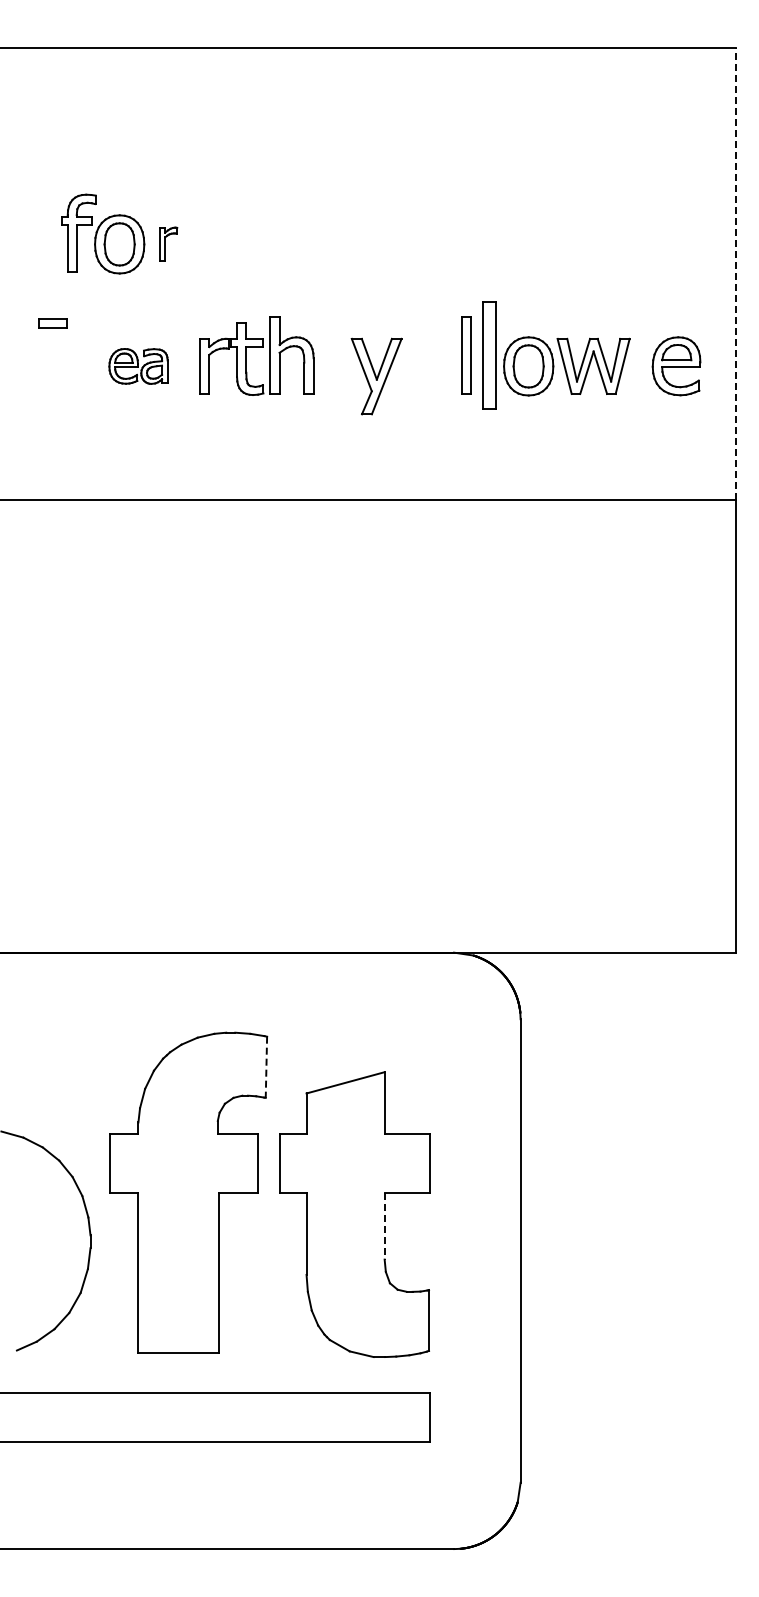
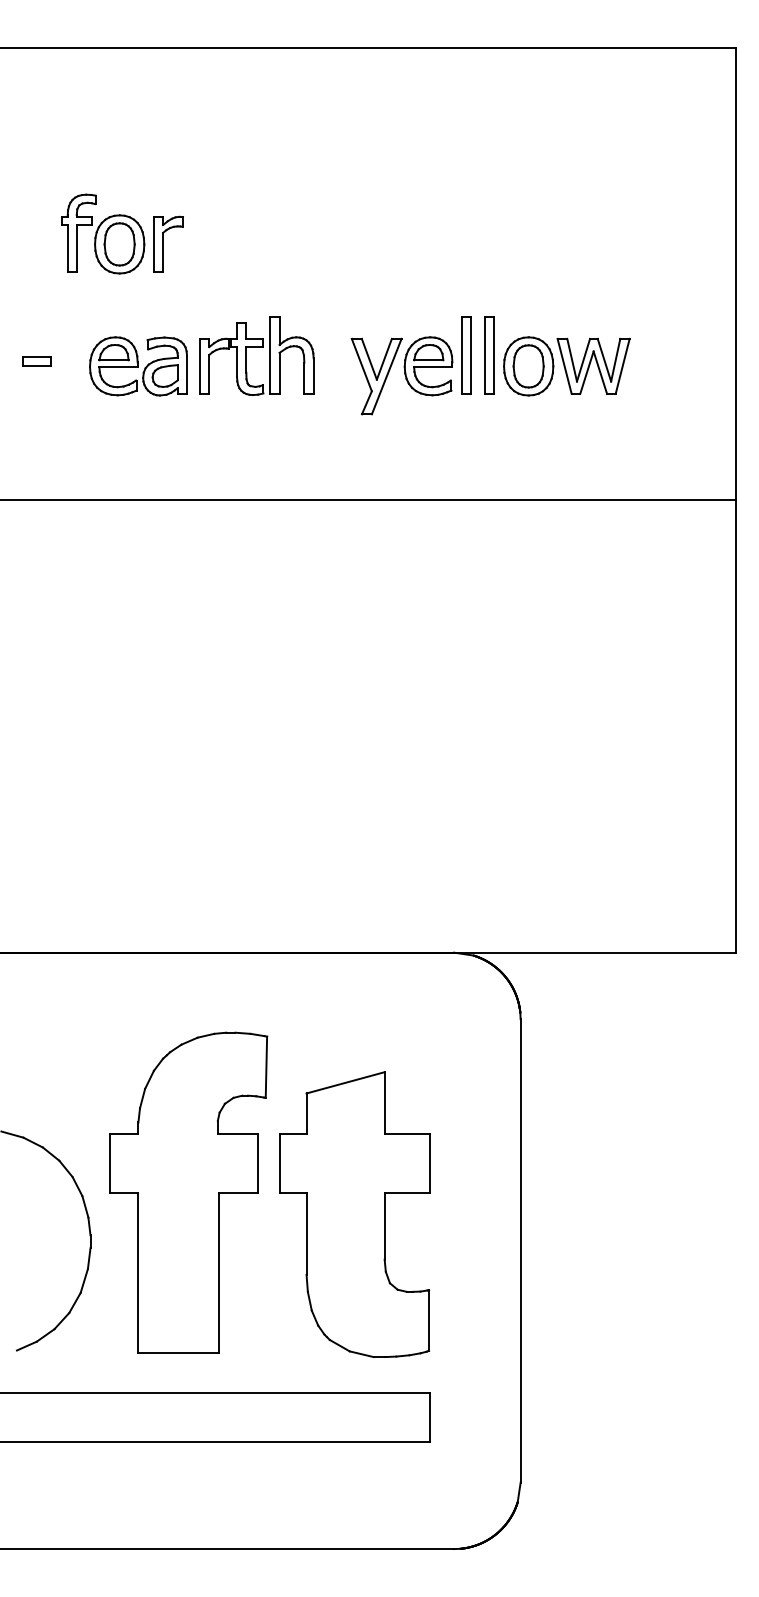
part at (168, 243) size: 20x36 px -> 31x58 px
line at (736, 273): dashed -> solid
part at (52, 323) position: (52, 323) -> (36, 361)
part at (489, 355) size: 15x109 px -> 11x79 px
part at (138, 366) size: 61x37 px -> 99x61 px
part at (676, 366) position: (676, 366) -> (428, 366)
line at (266, 1067): dashed -> solid
line at (384, 1226): dashed -> solid
